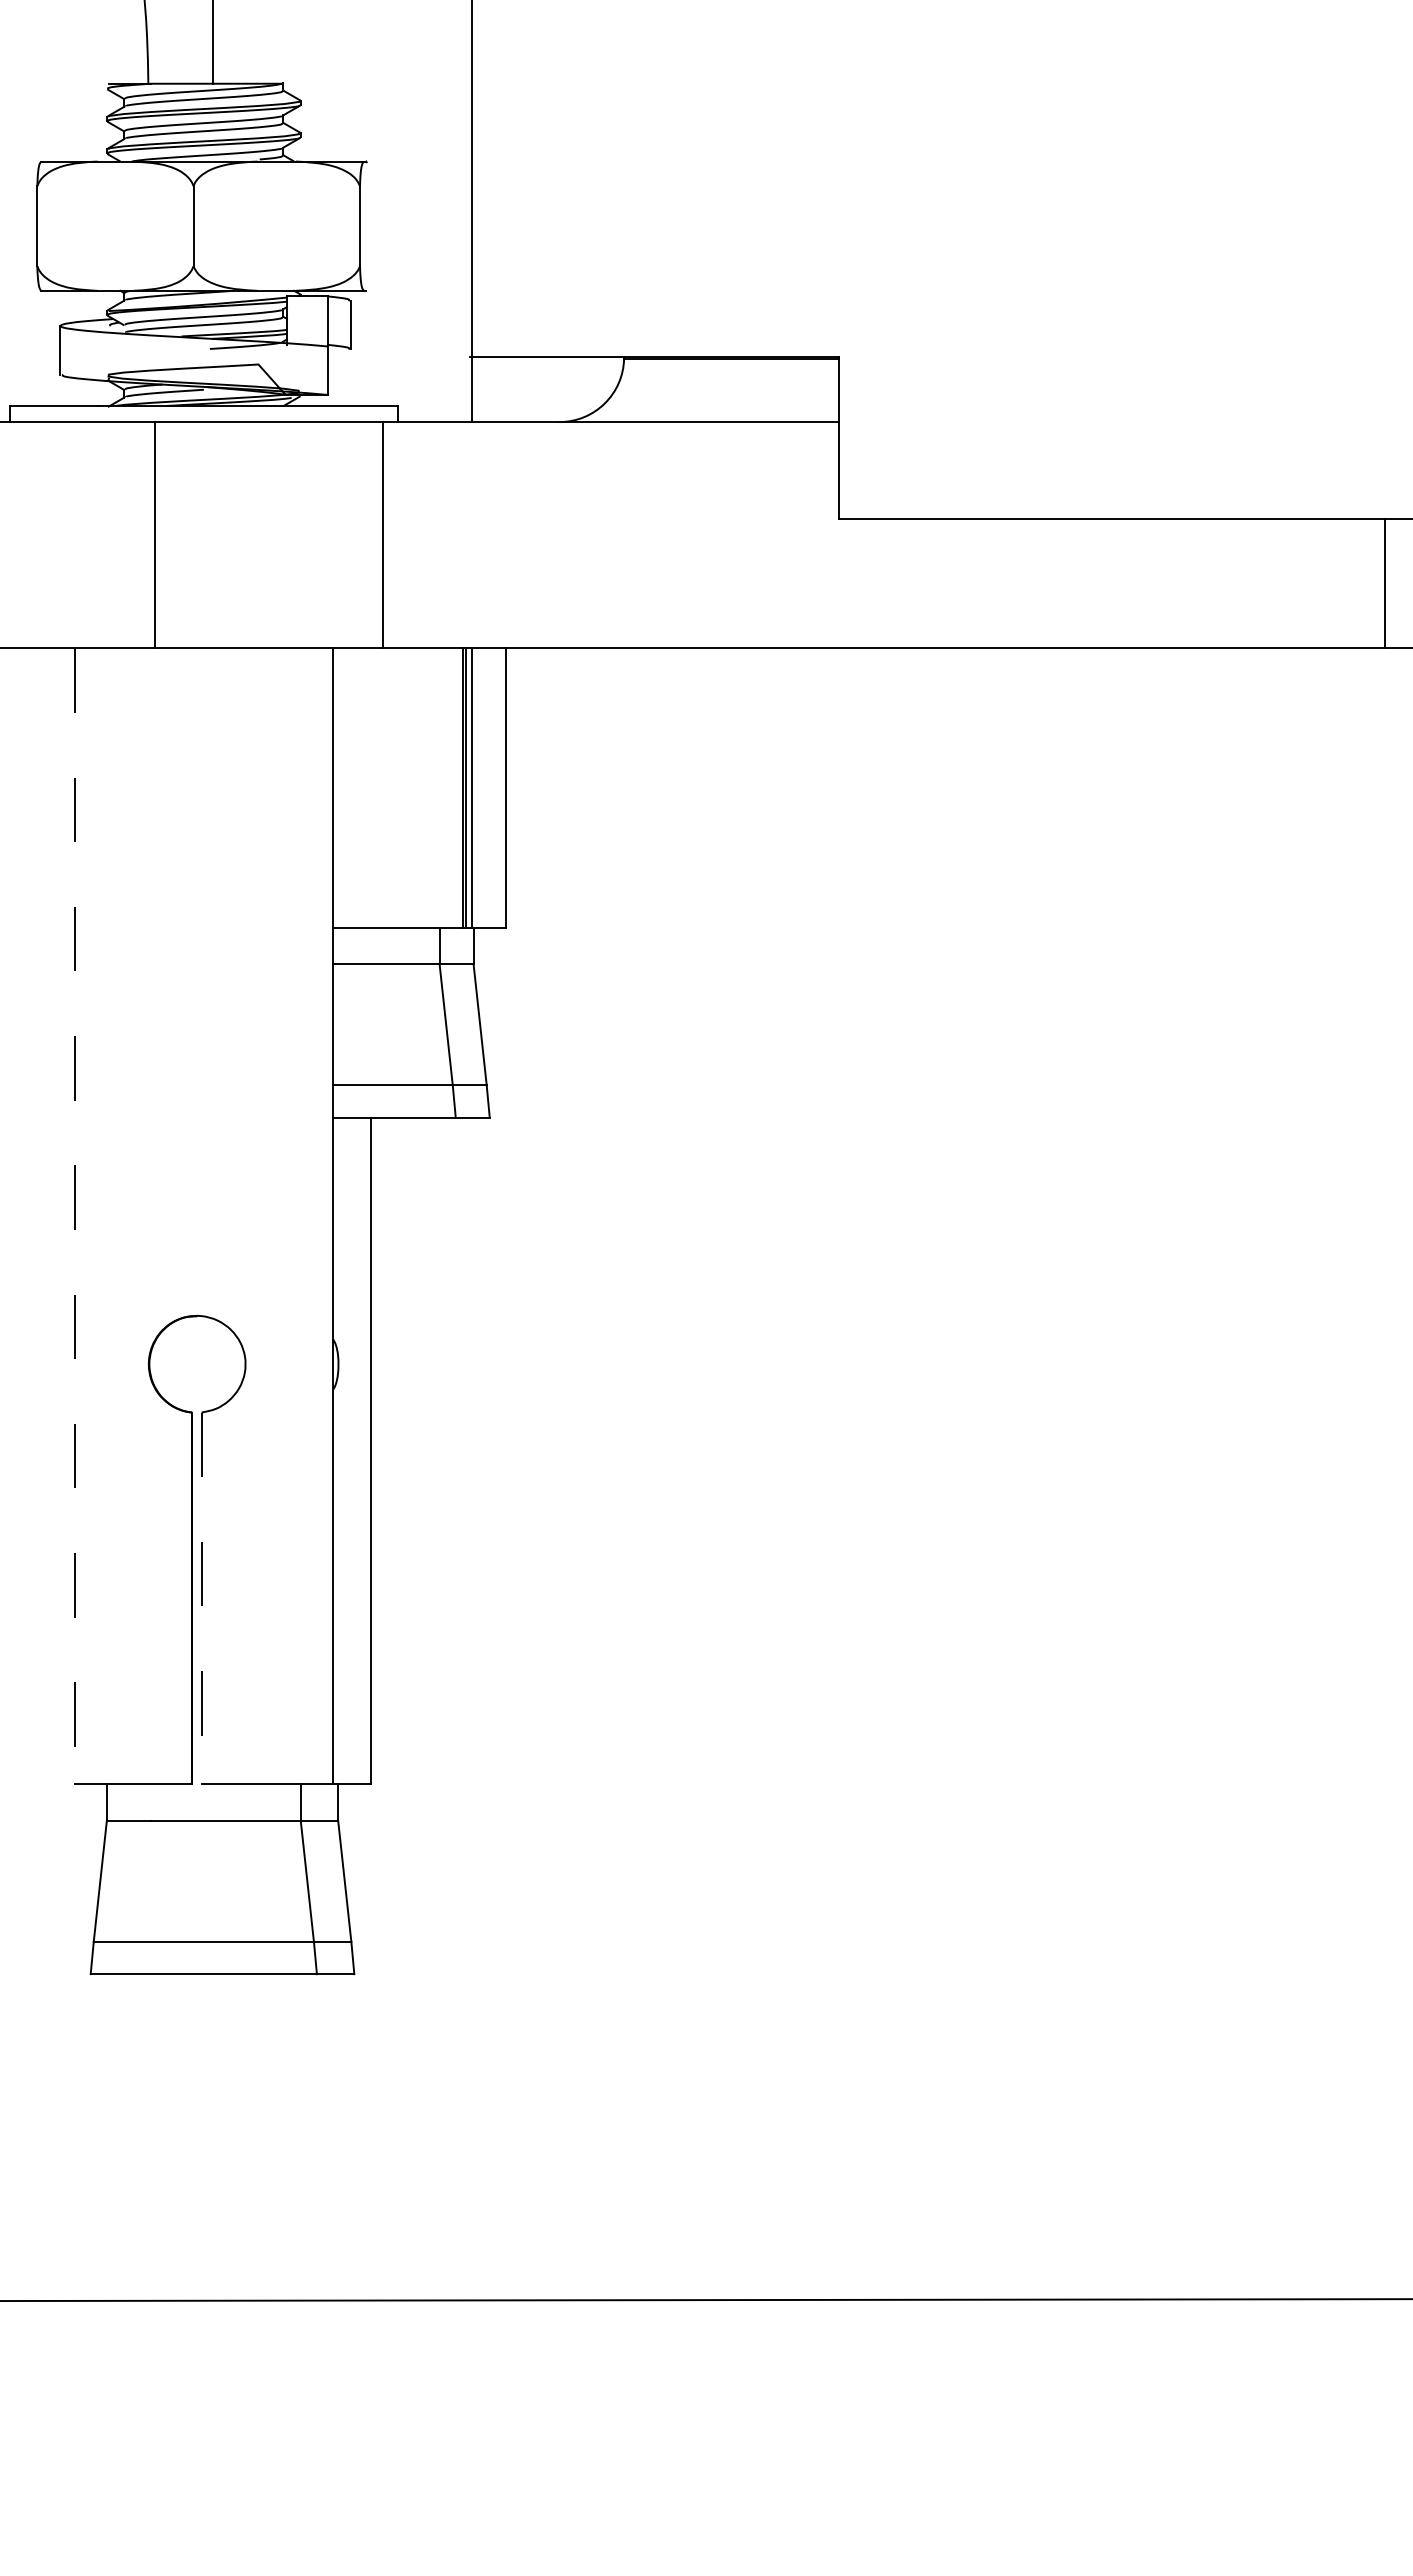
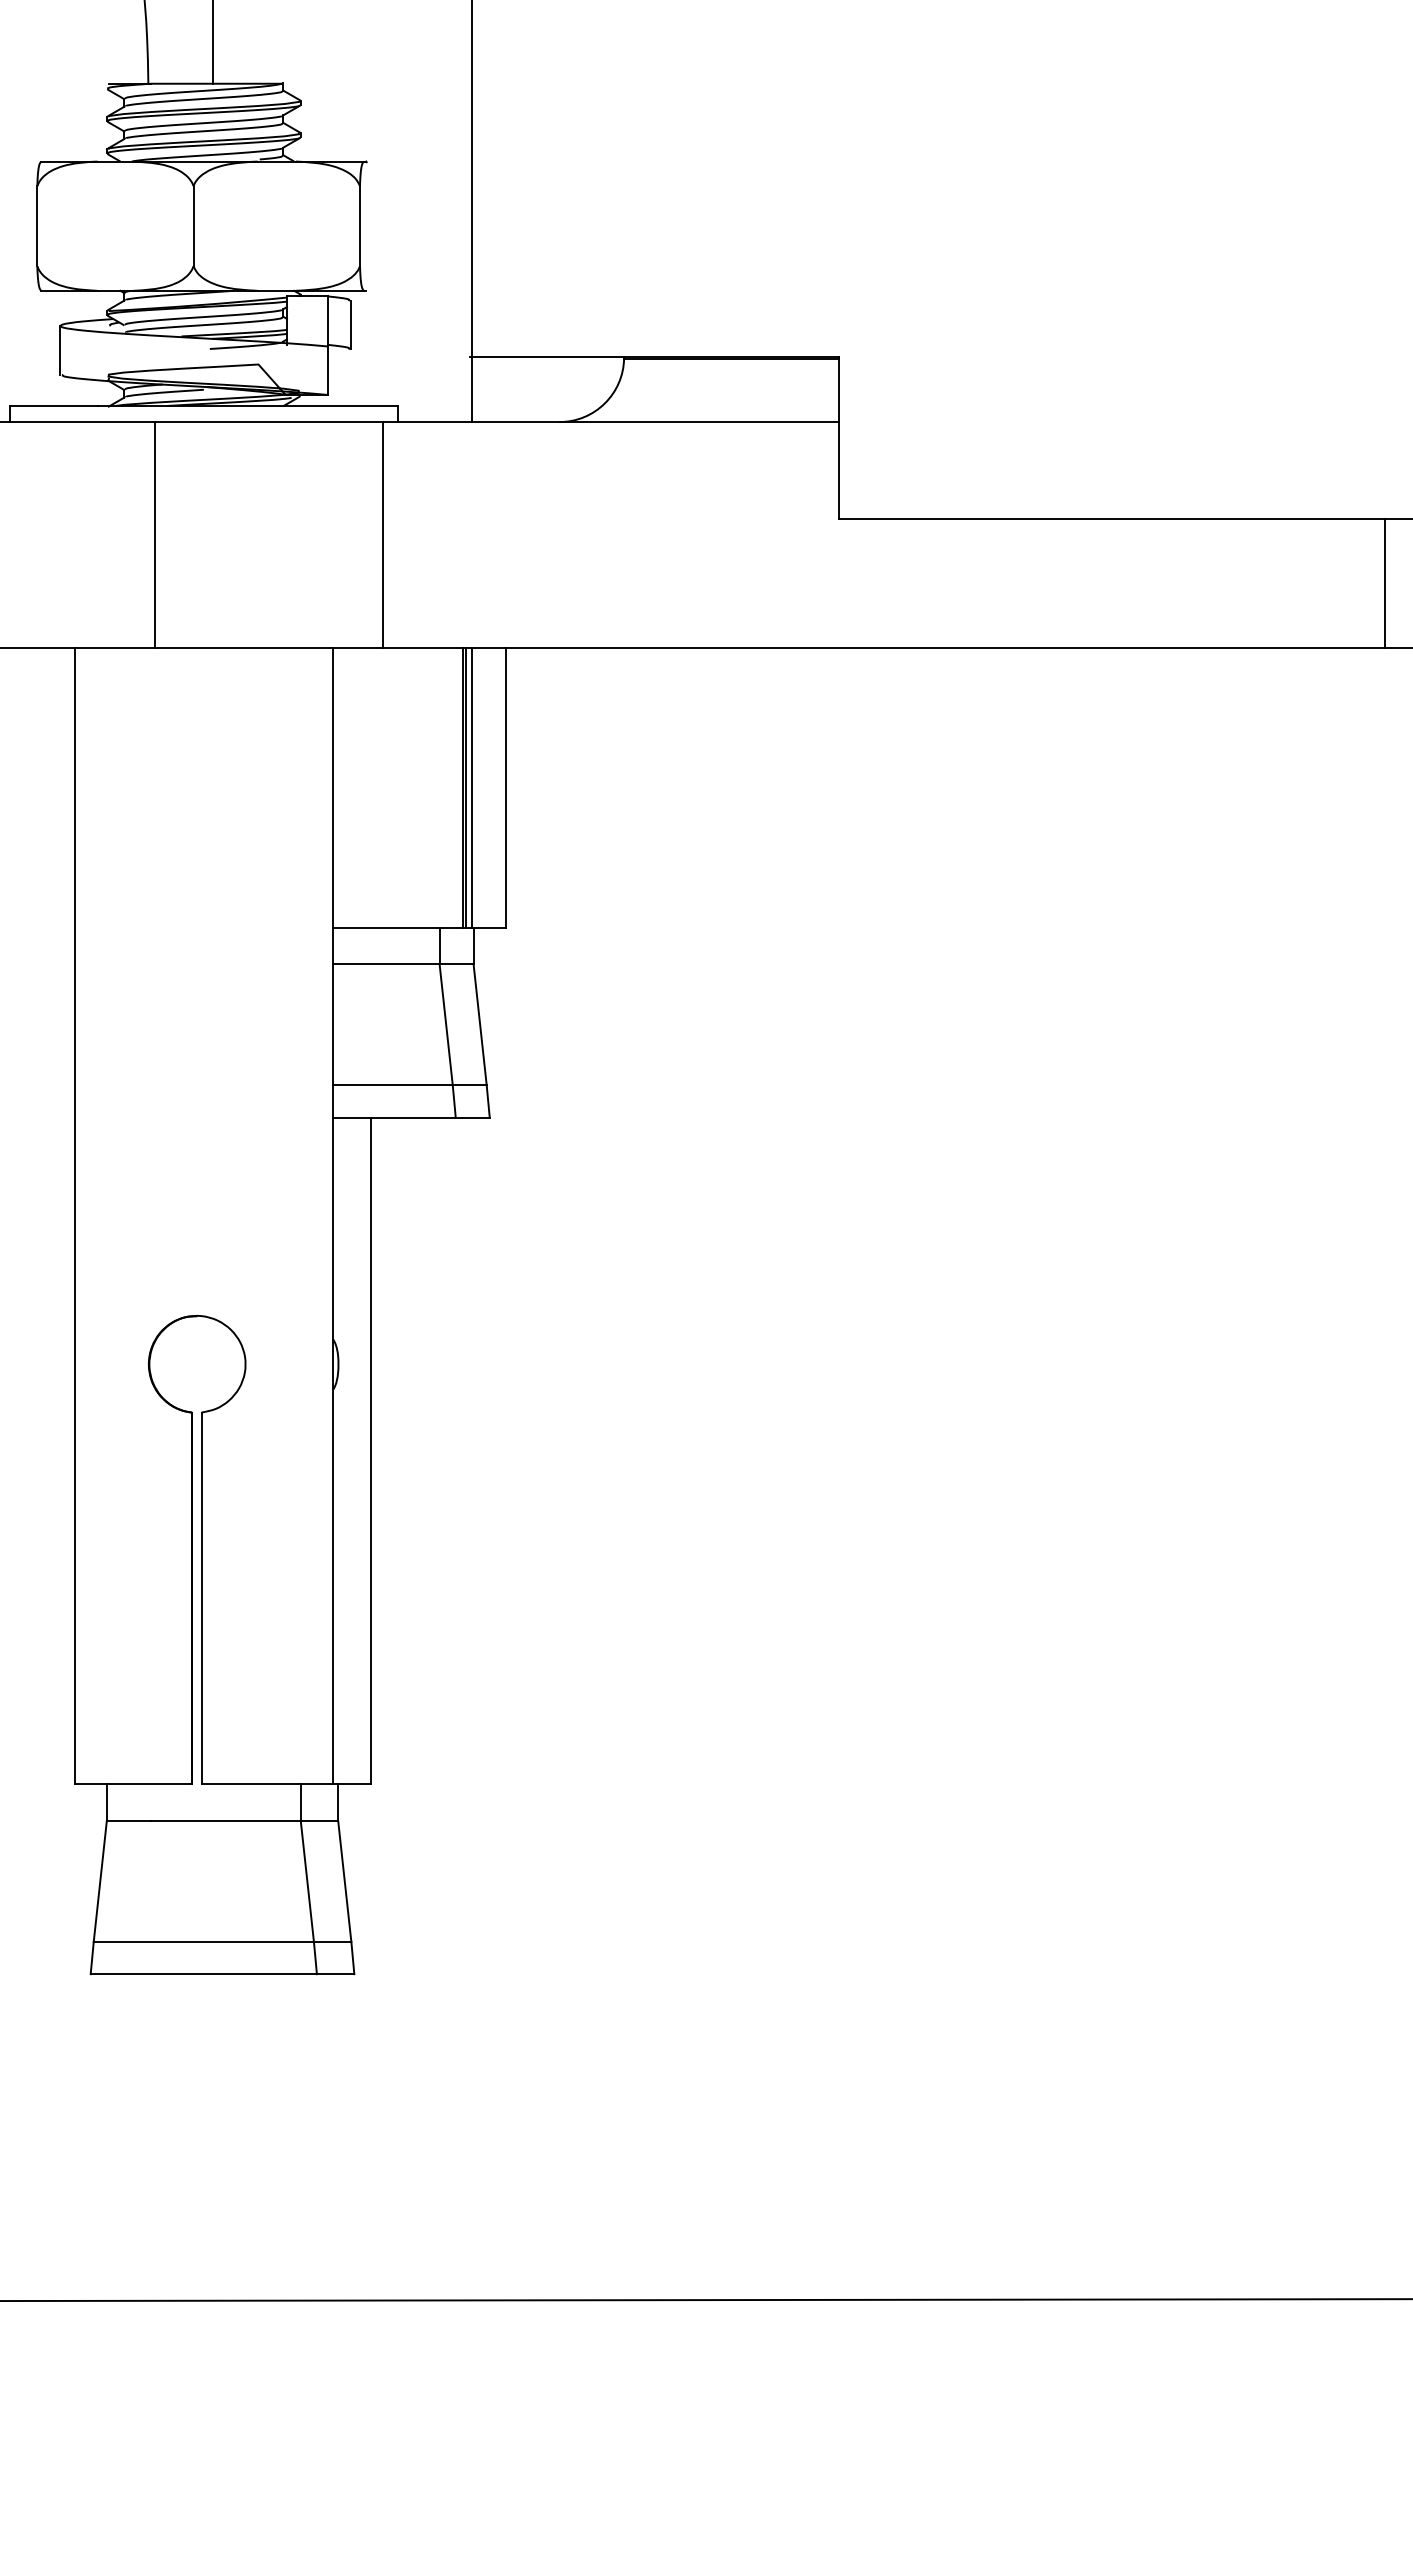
line at (74, 1216): dashed -> solid
line at (201, 1598): dashed -> solid
